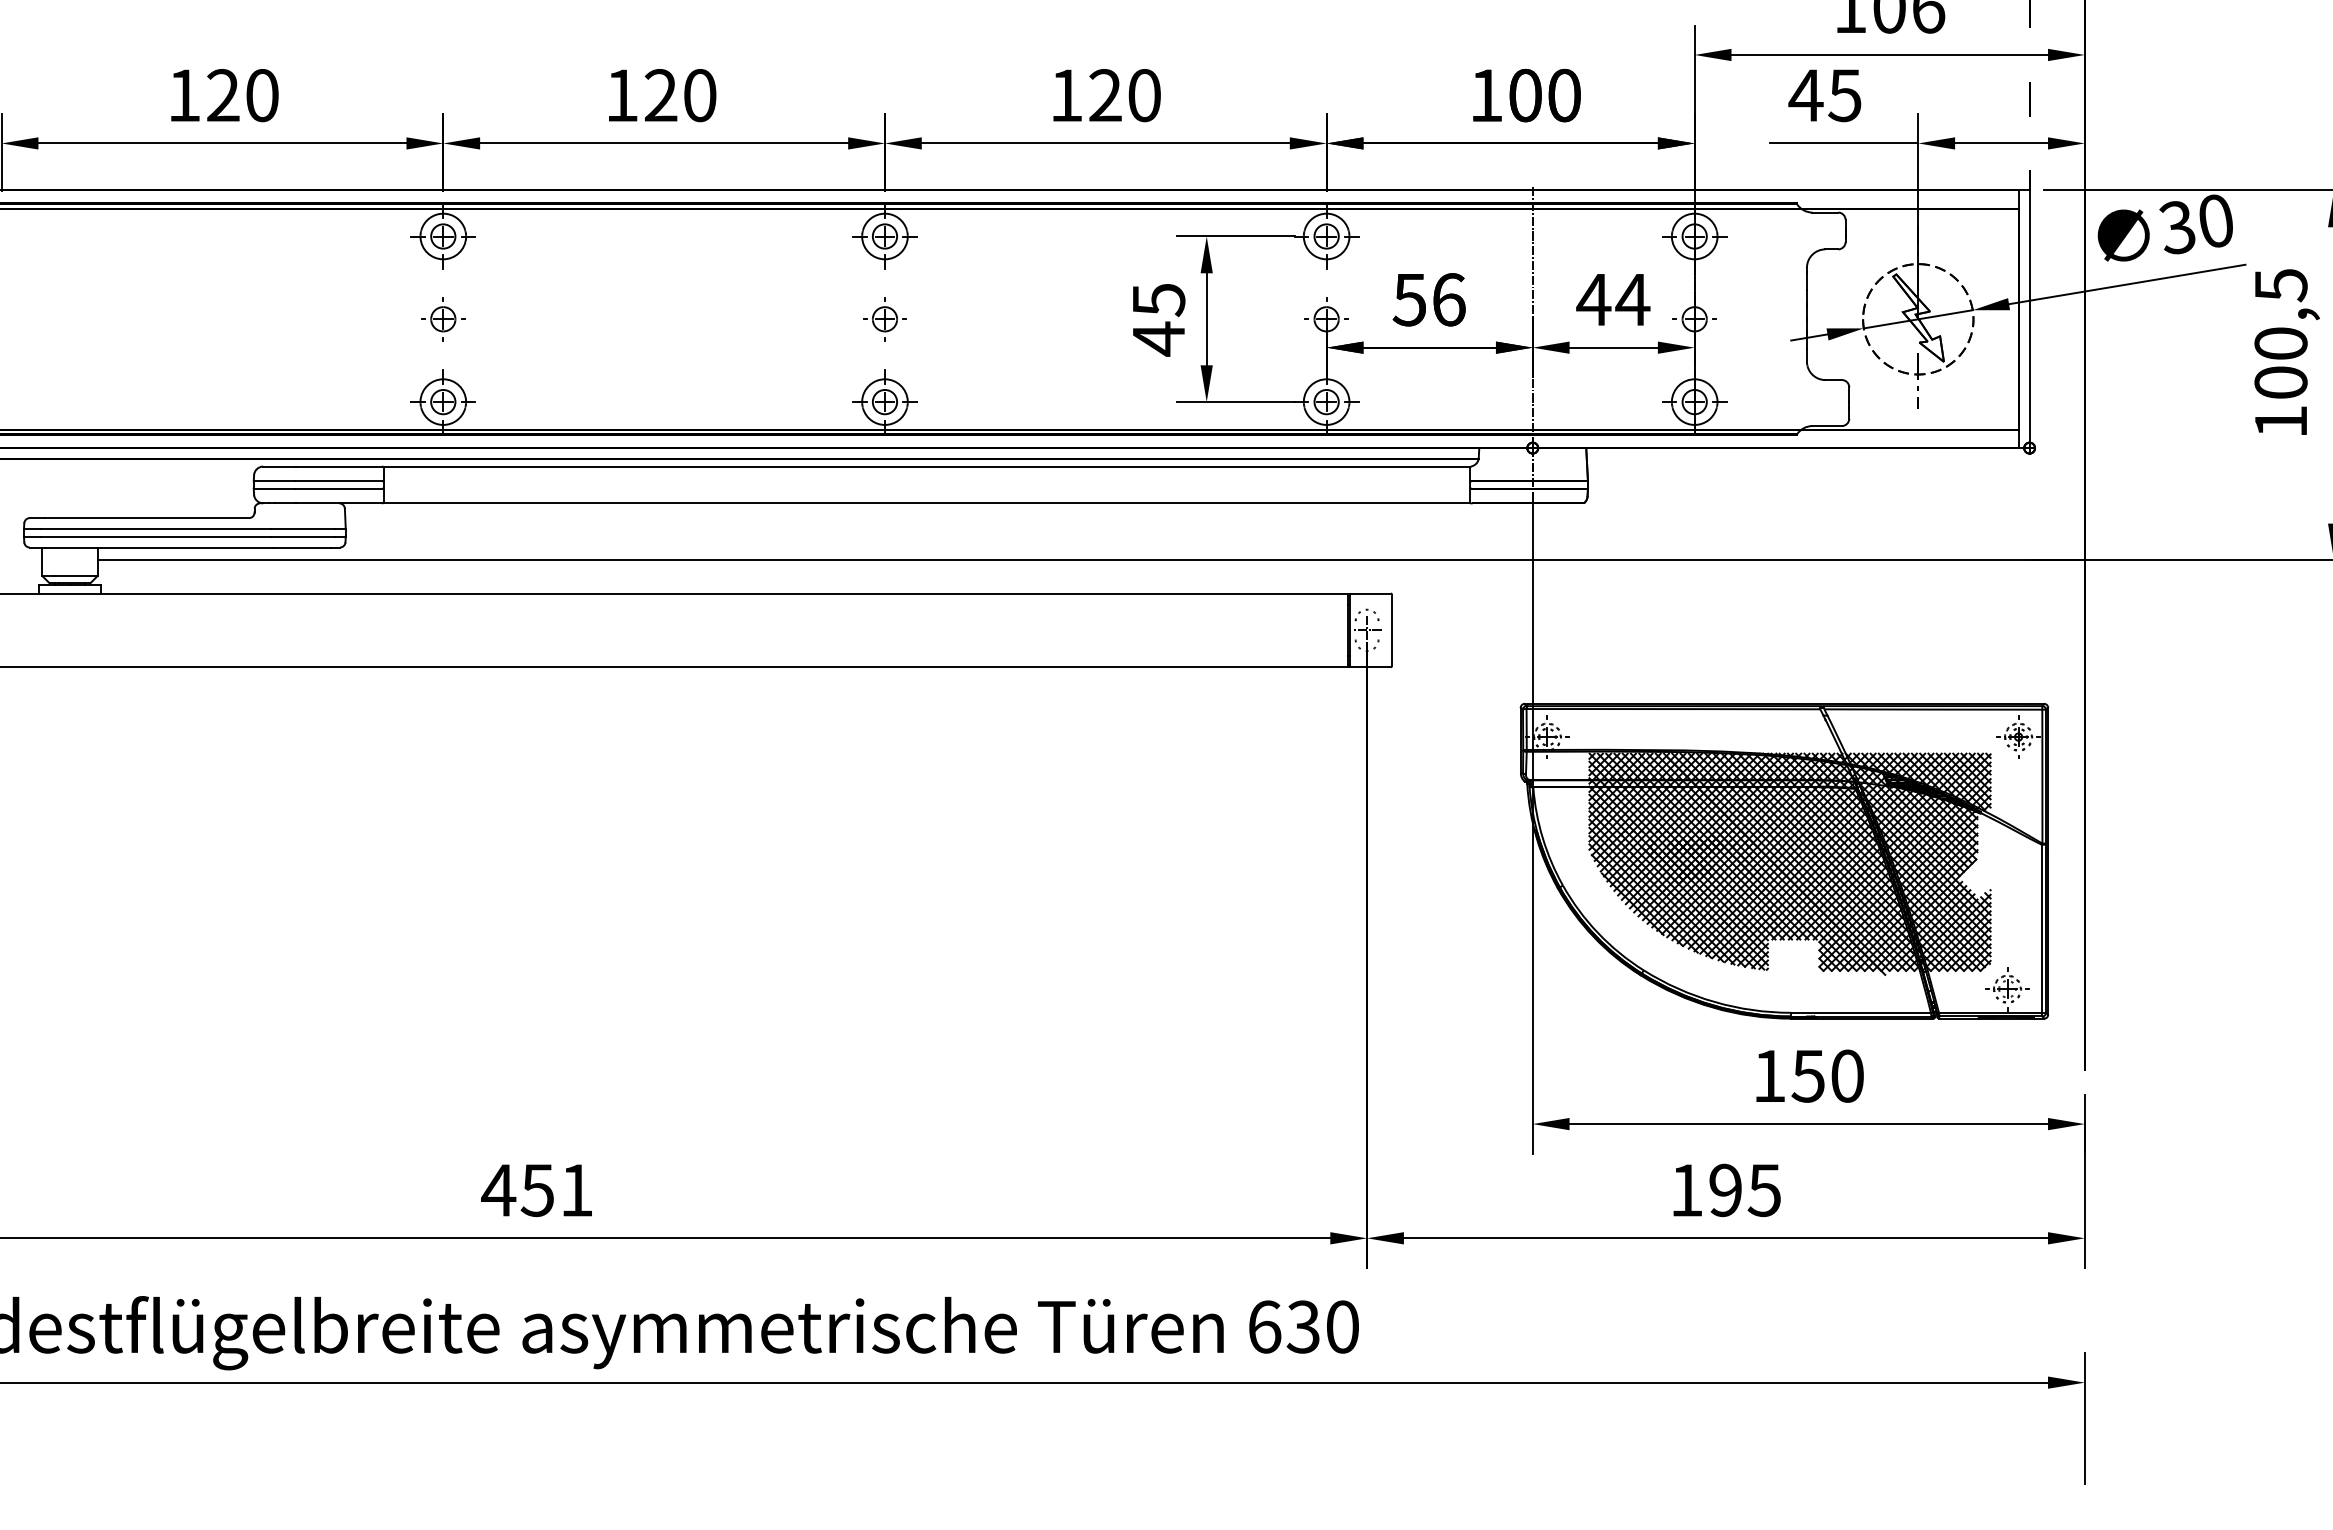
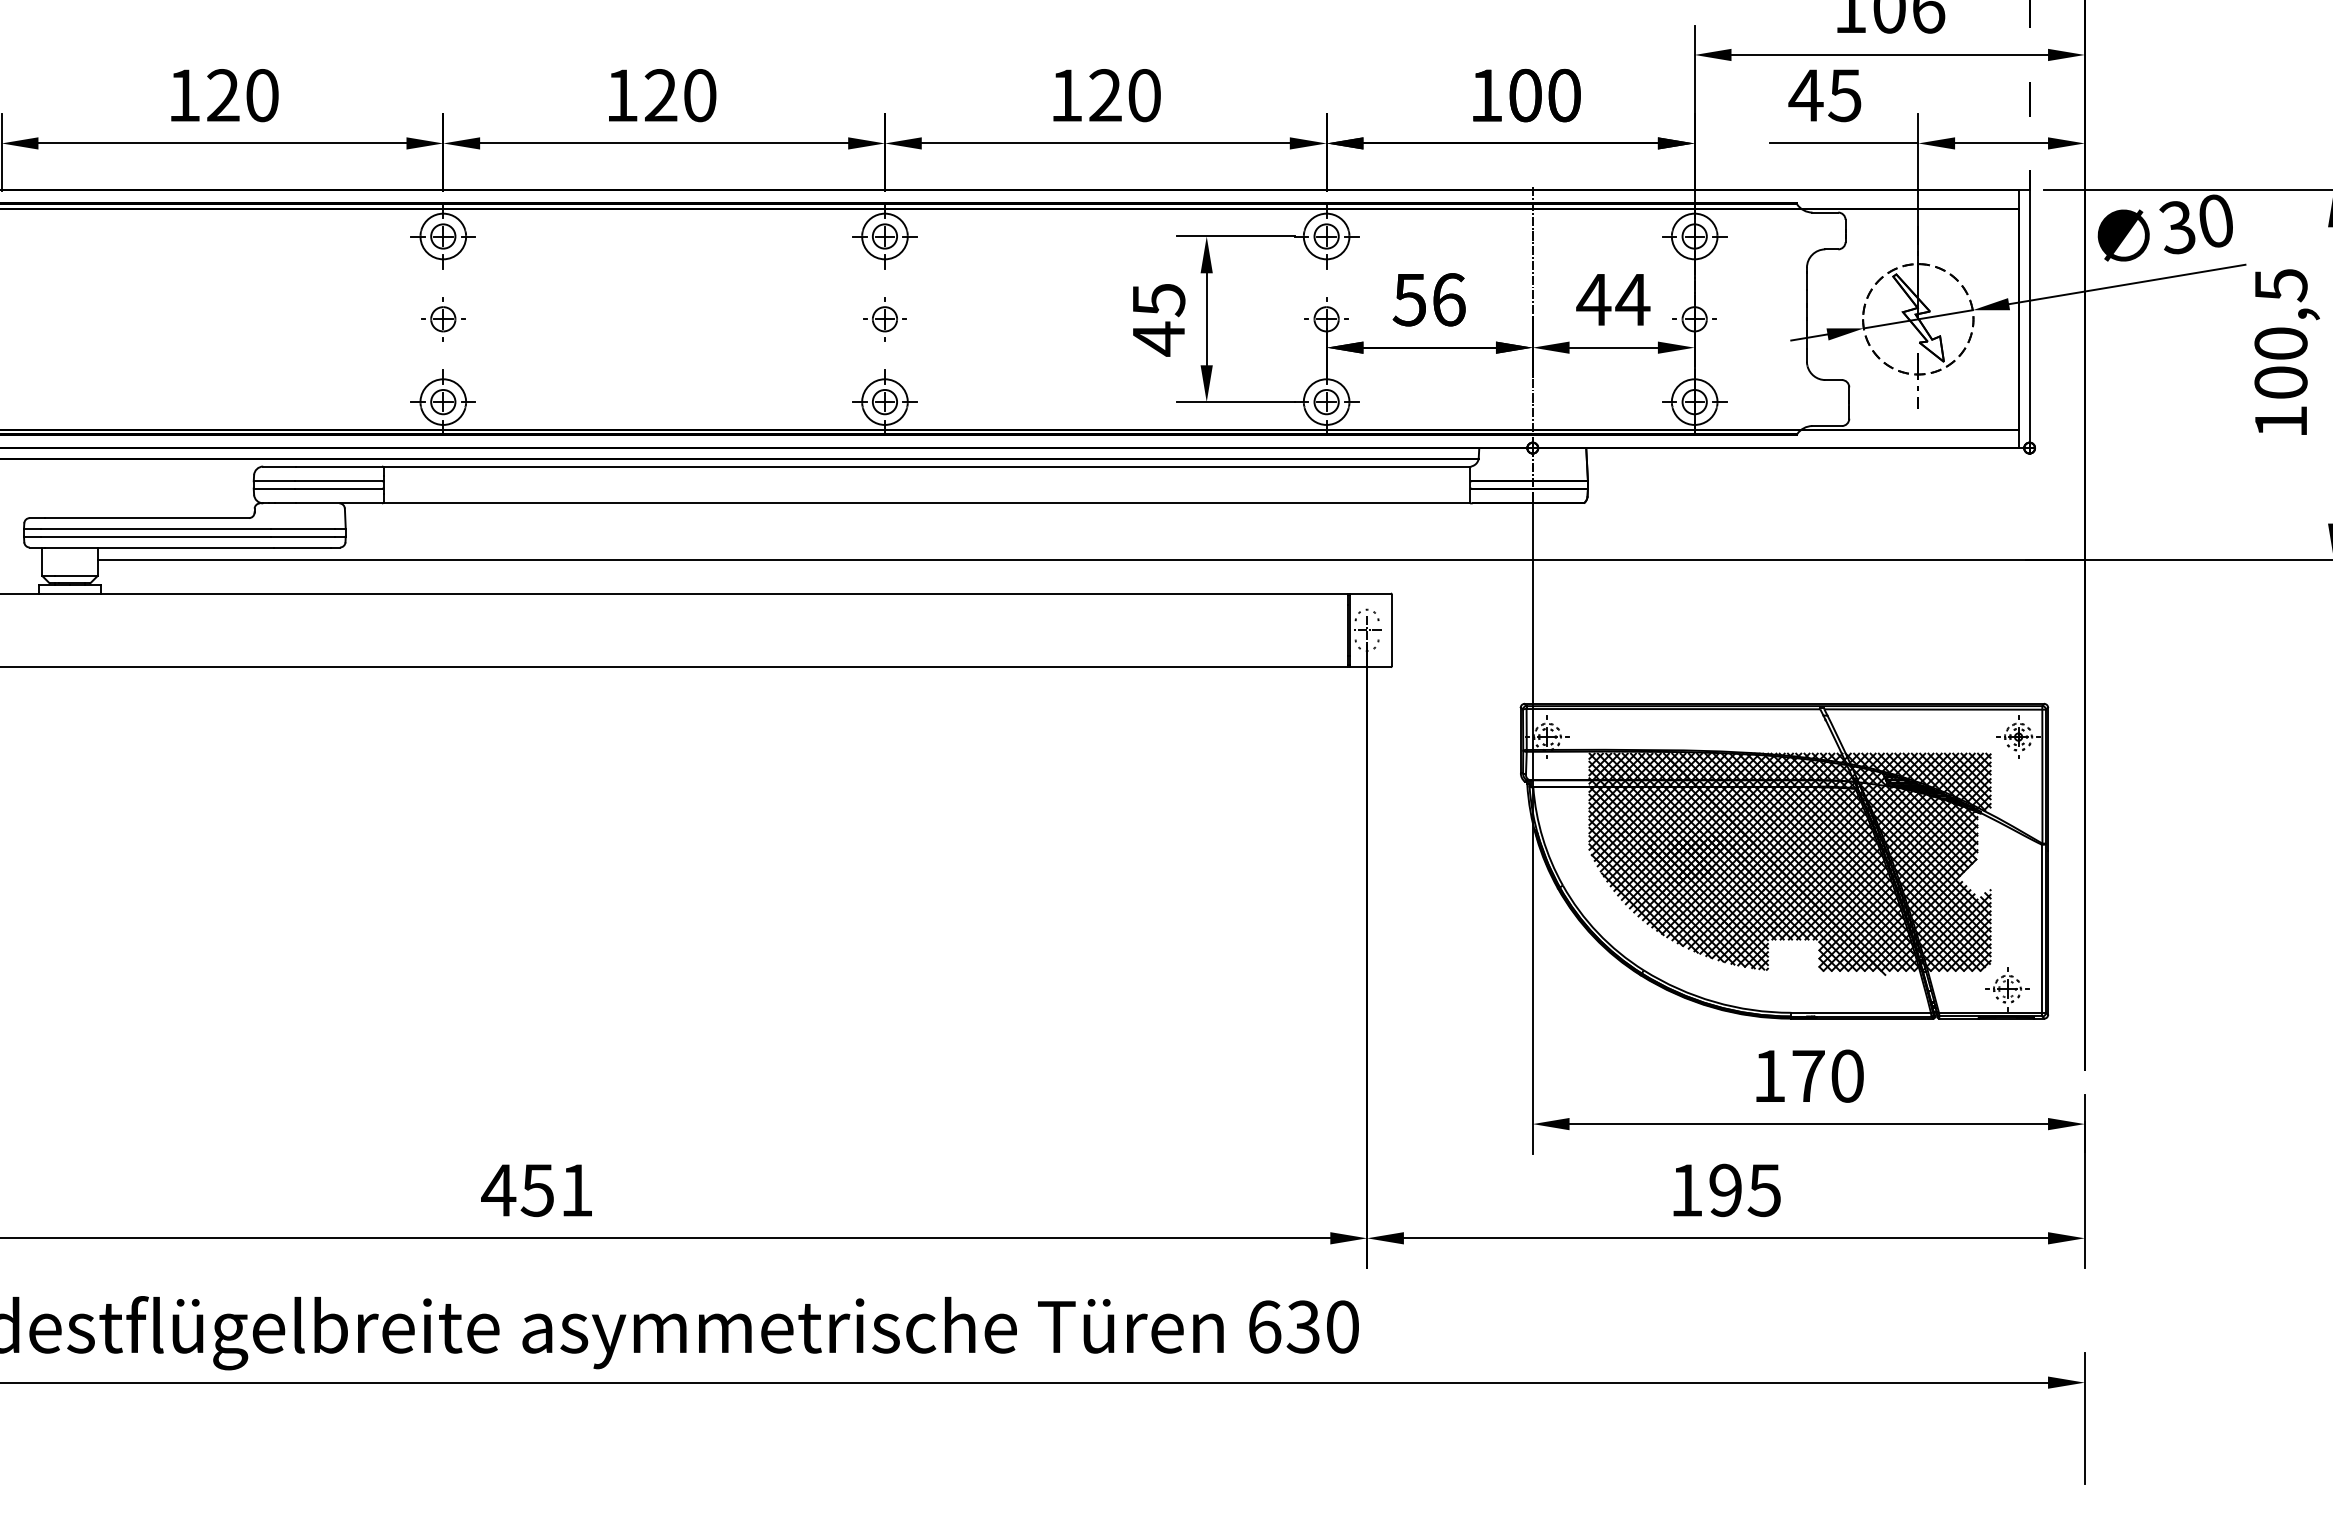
text at (1807, 1076): 150 -> 170
